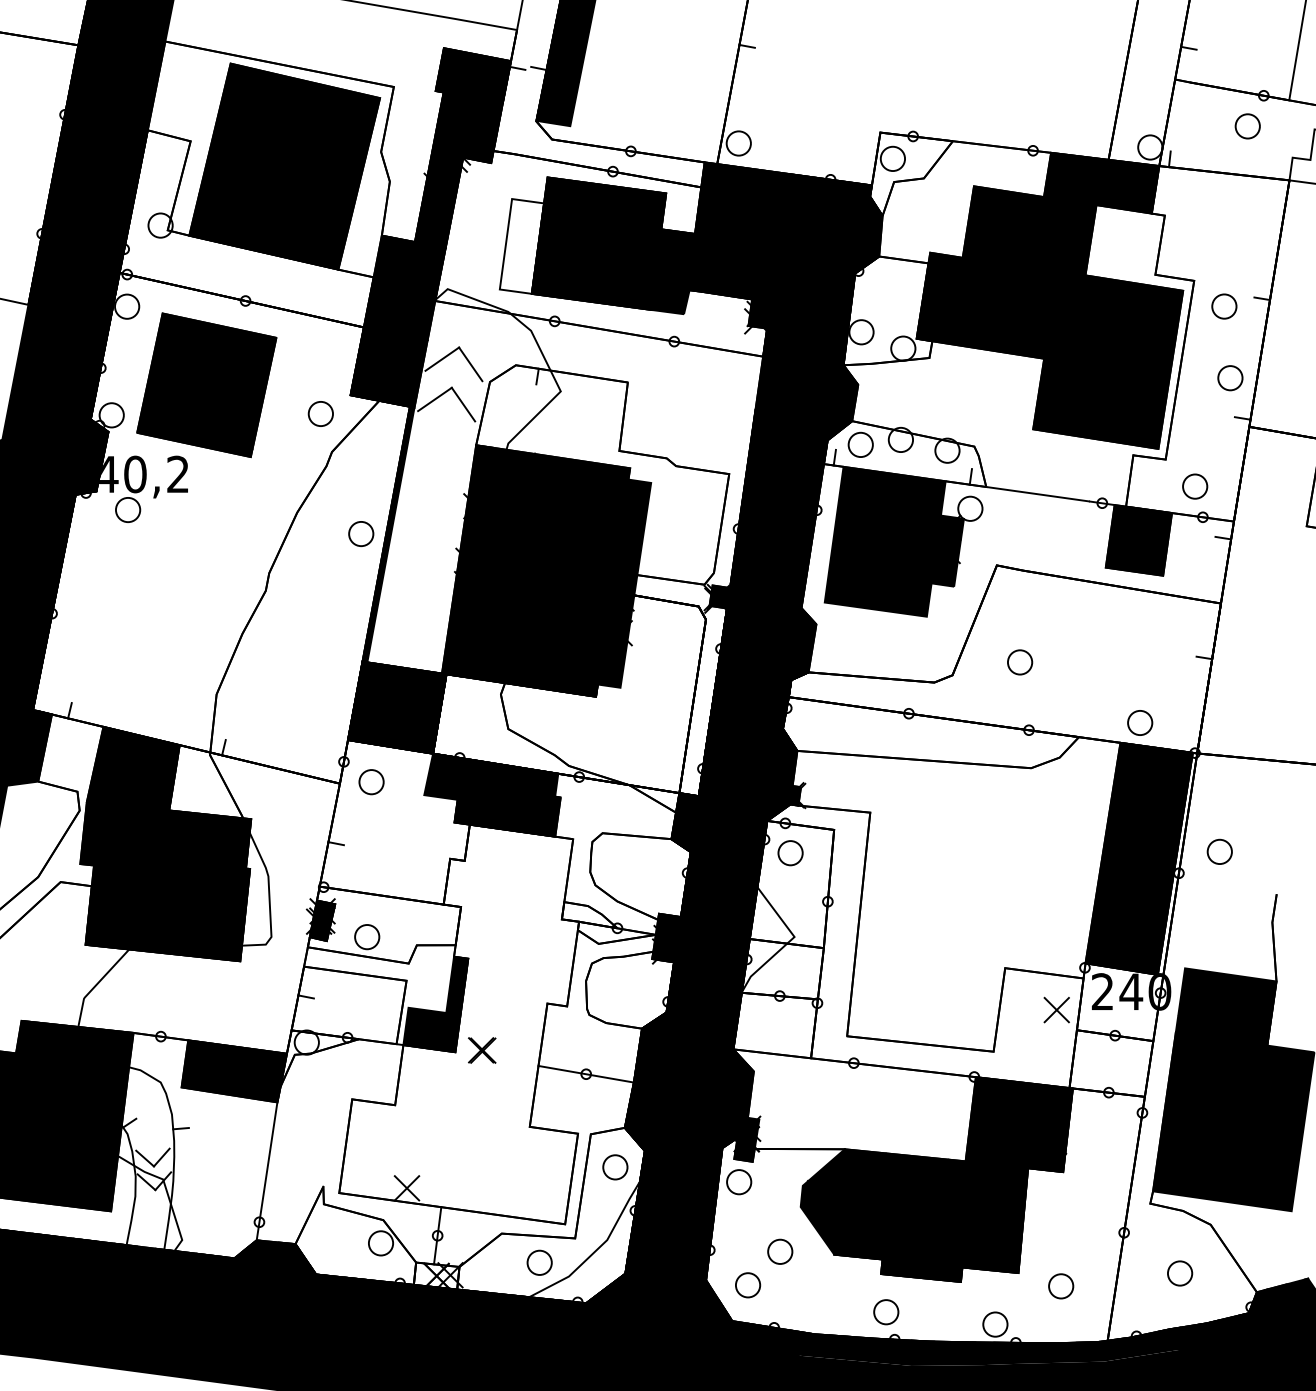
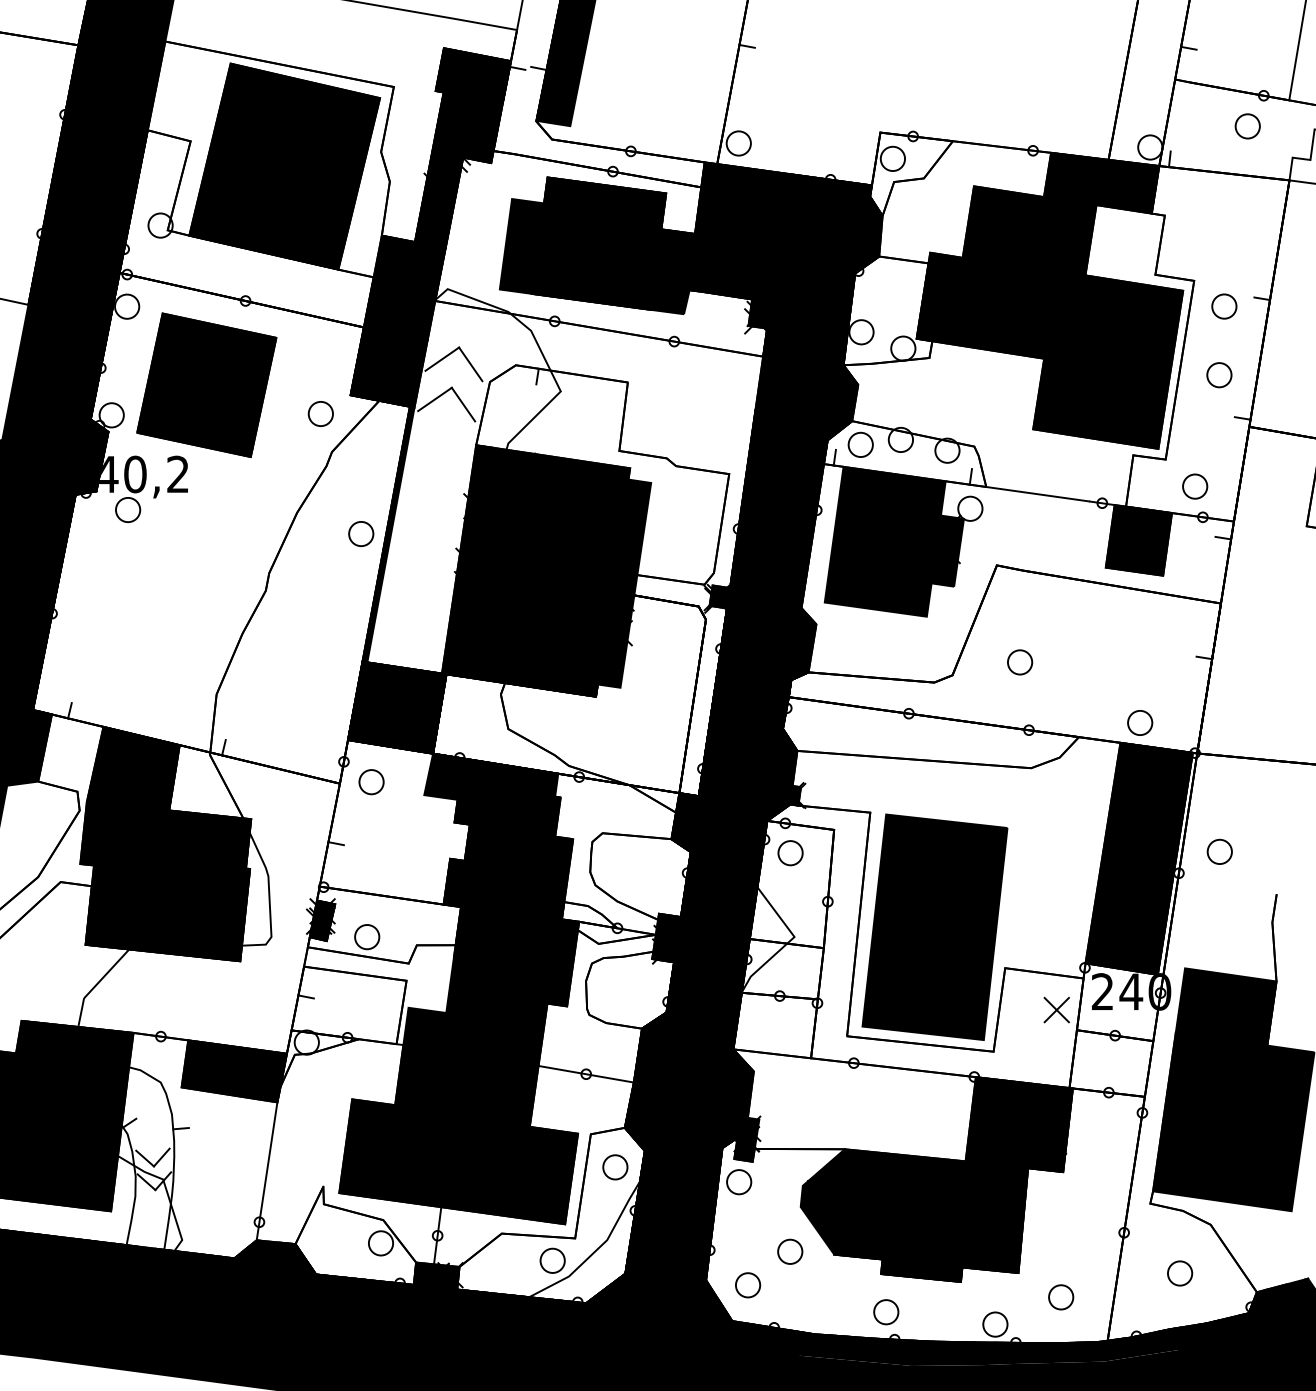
fill at (521, 246): none -> present
circle at (1230, 378) position: (1230, 378) -> (1219, 375)
part at (934, 926): none -> present
fill at (459, 1024): none -> present
circle at (780, 1251) position: (780, 1251) -> (790, 1251)
circle at (539, 1262) position: (539, 1262) -> (552, 1260)
fill at (436, 1275): none -> present
circle at (1061, 1286) position: (1061, 1286) -> (1061, 1297)
